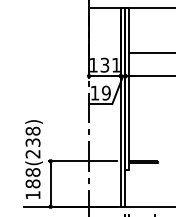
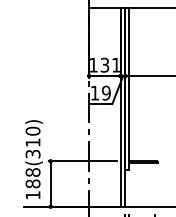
line at (150, 53): present -> none
text at (32, 142): 188(238) -> 188(310)
